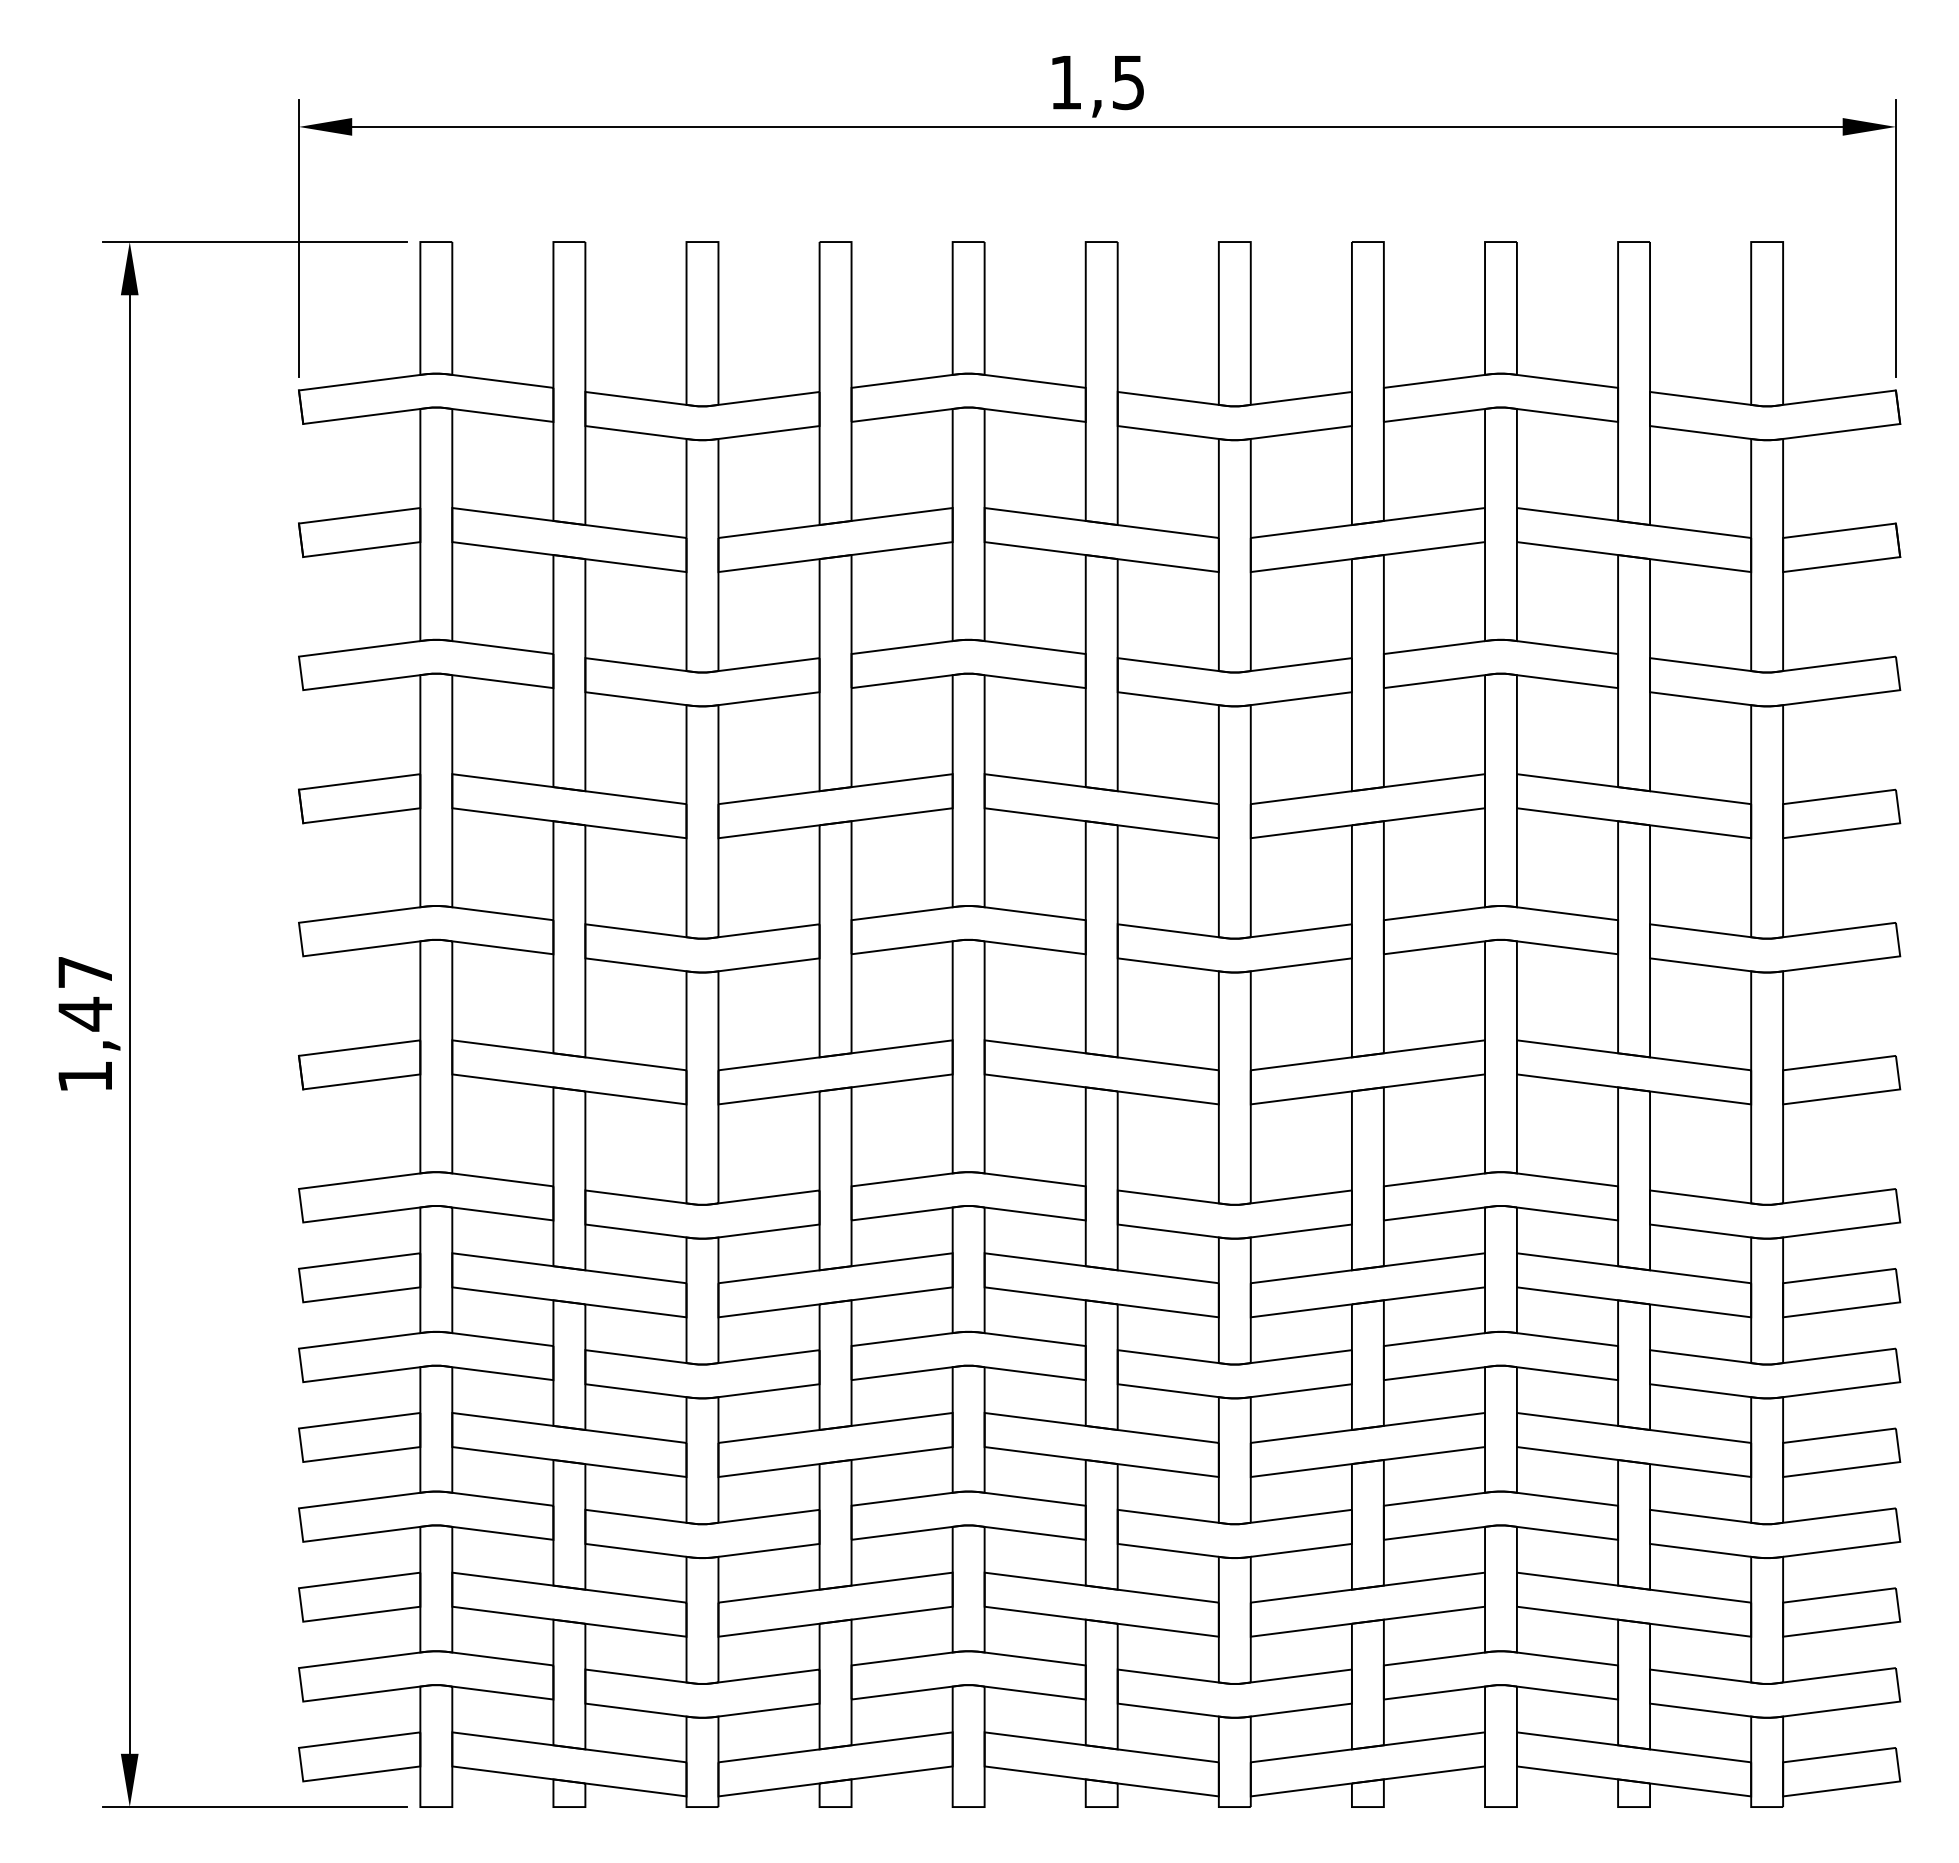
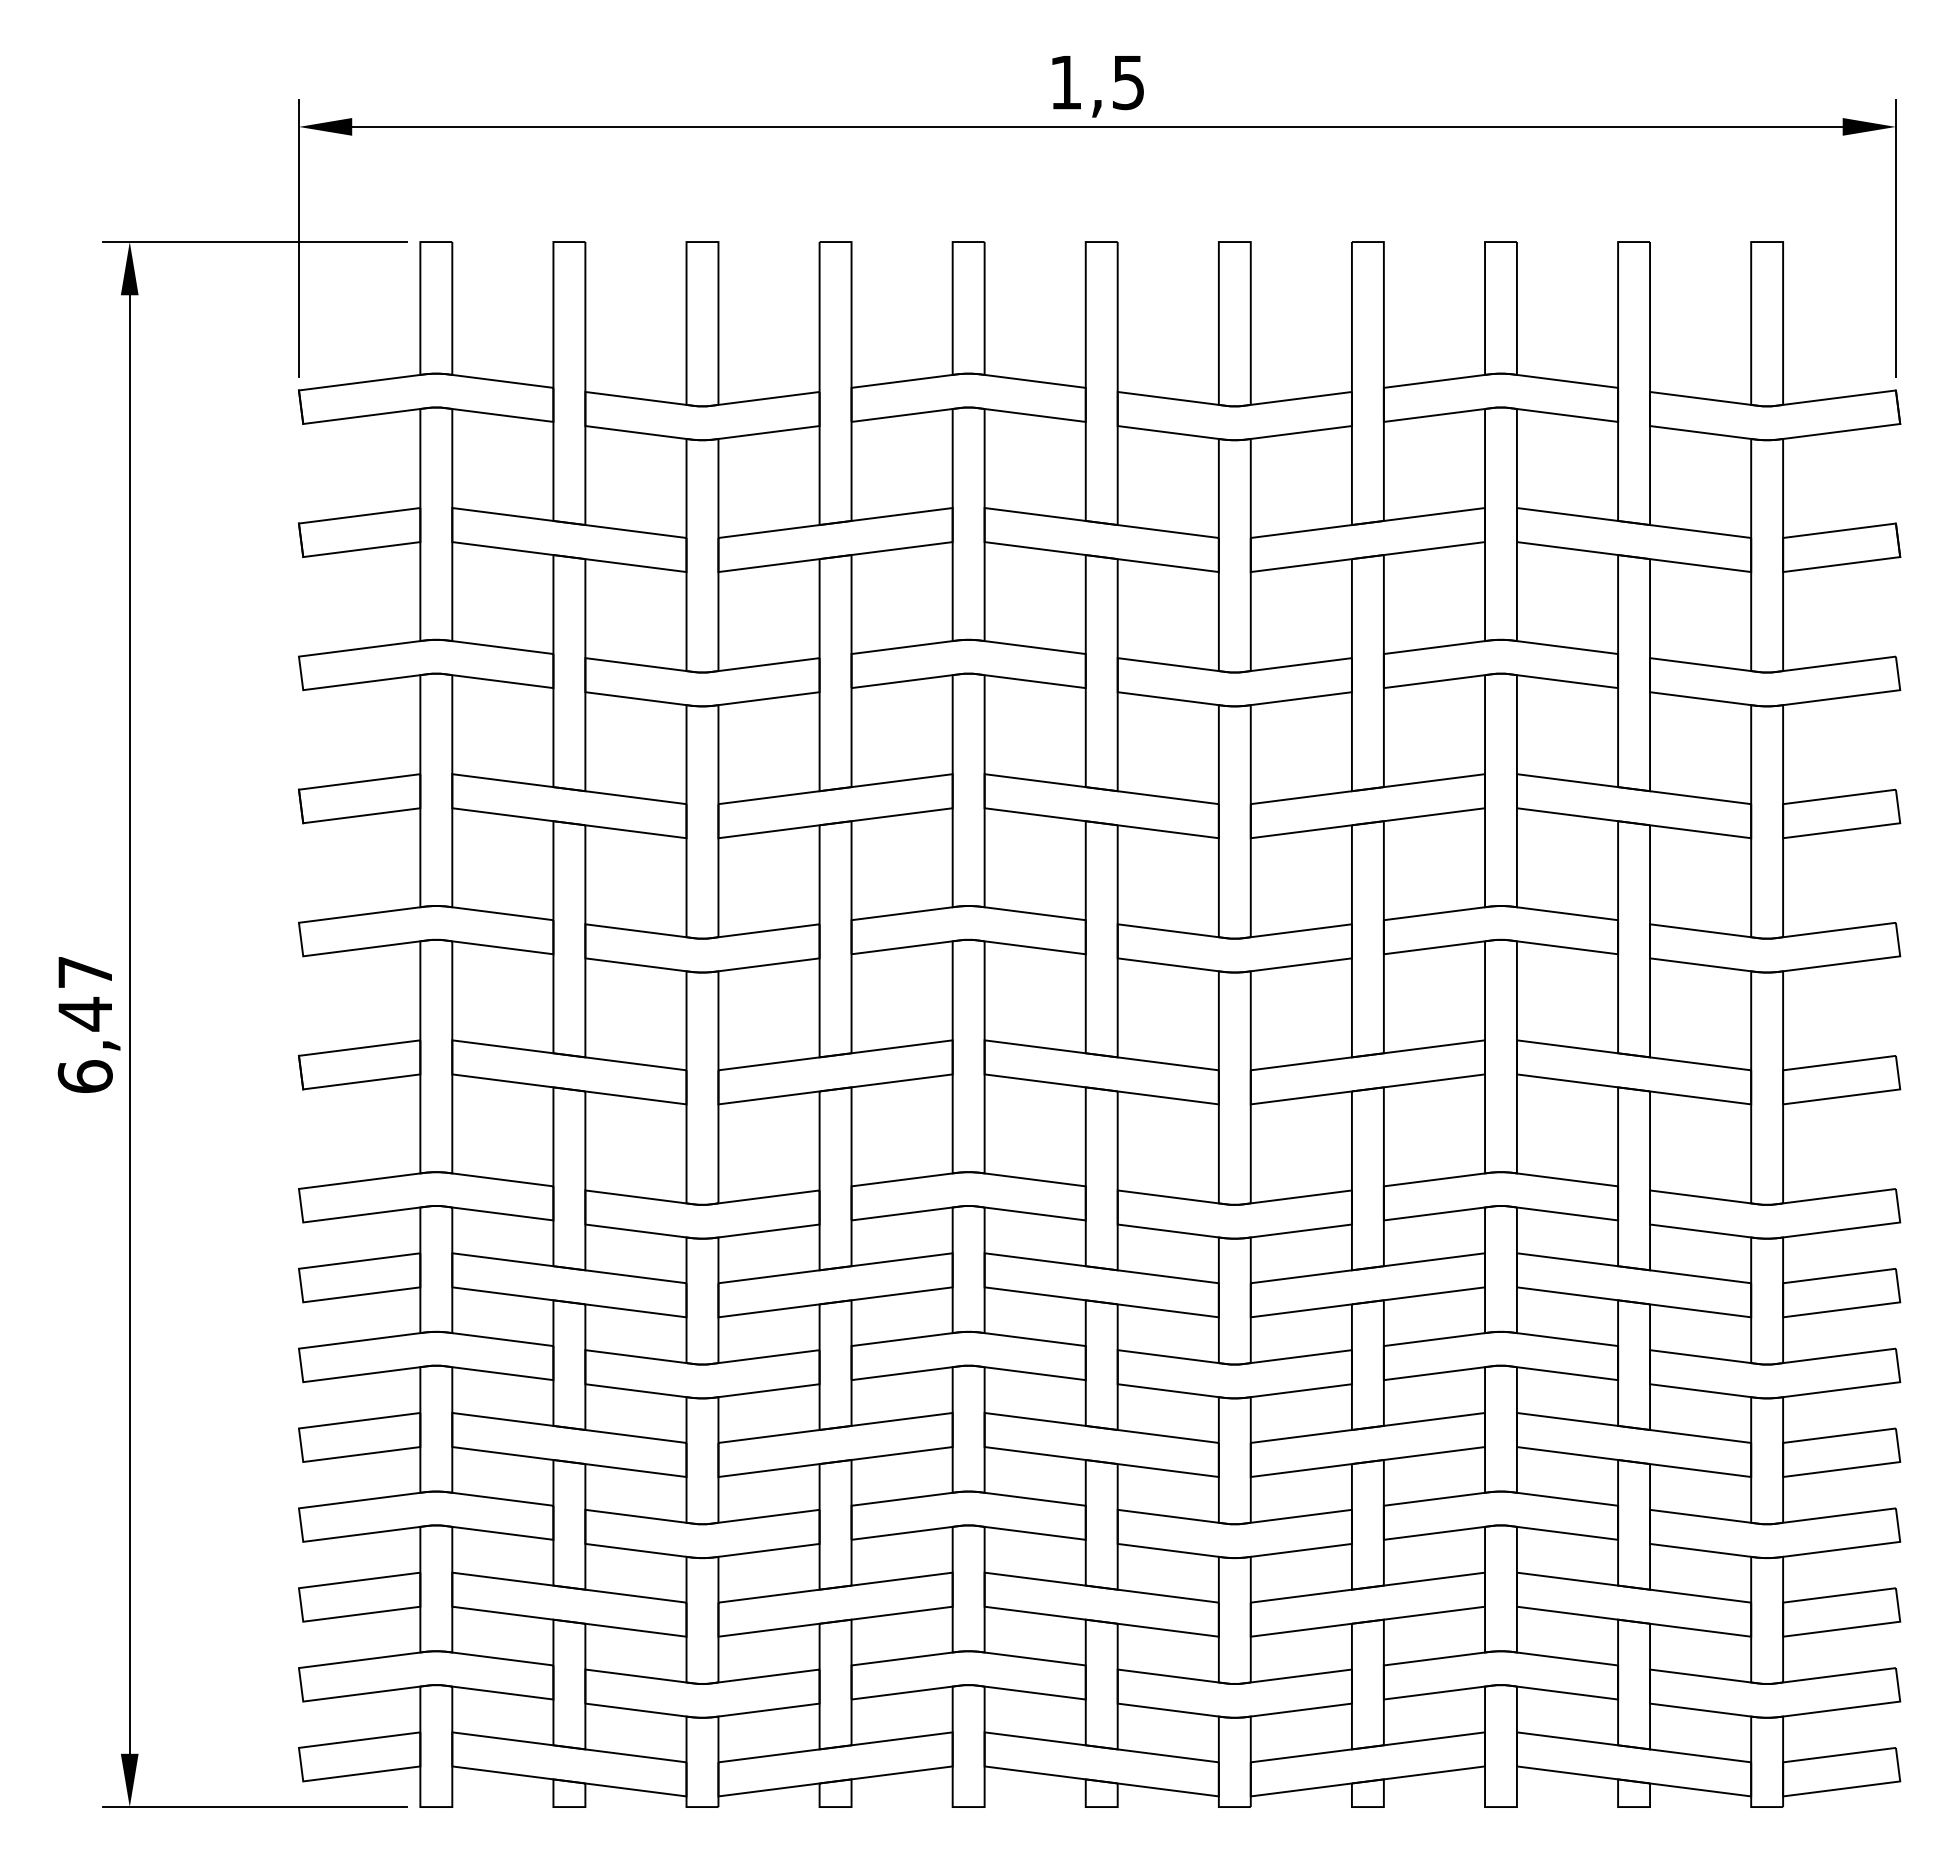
text at (84, 1076): 1,47 -> 6,47
